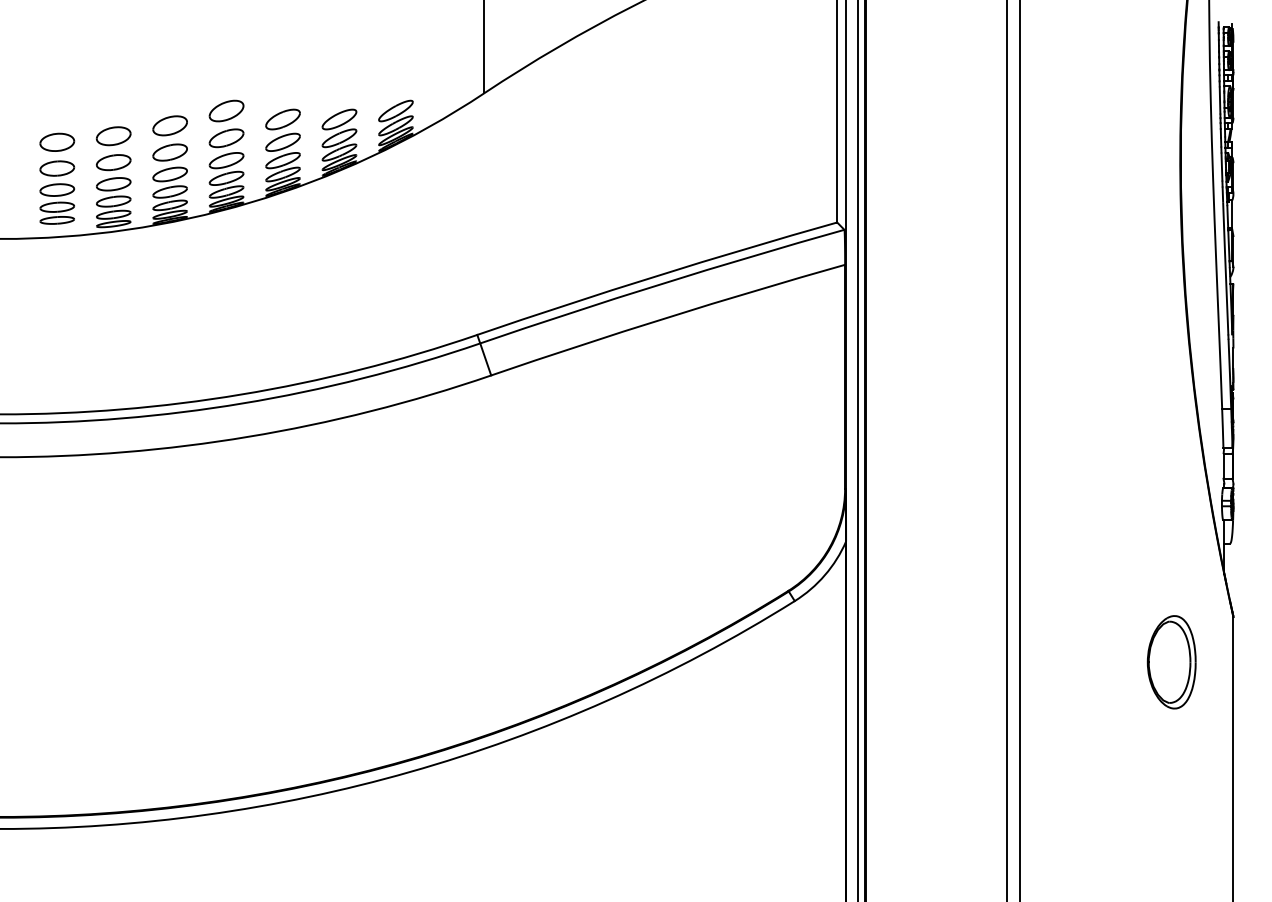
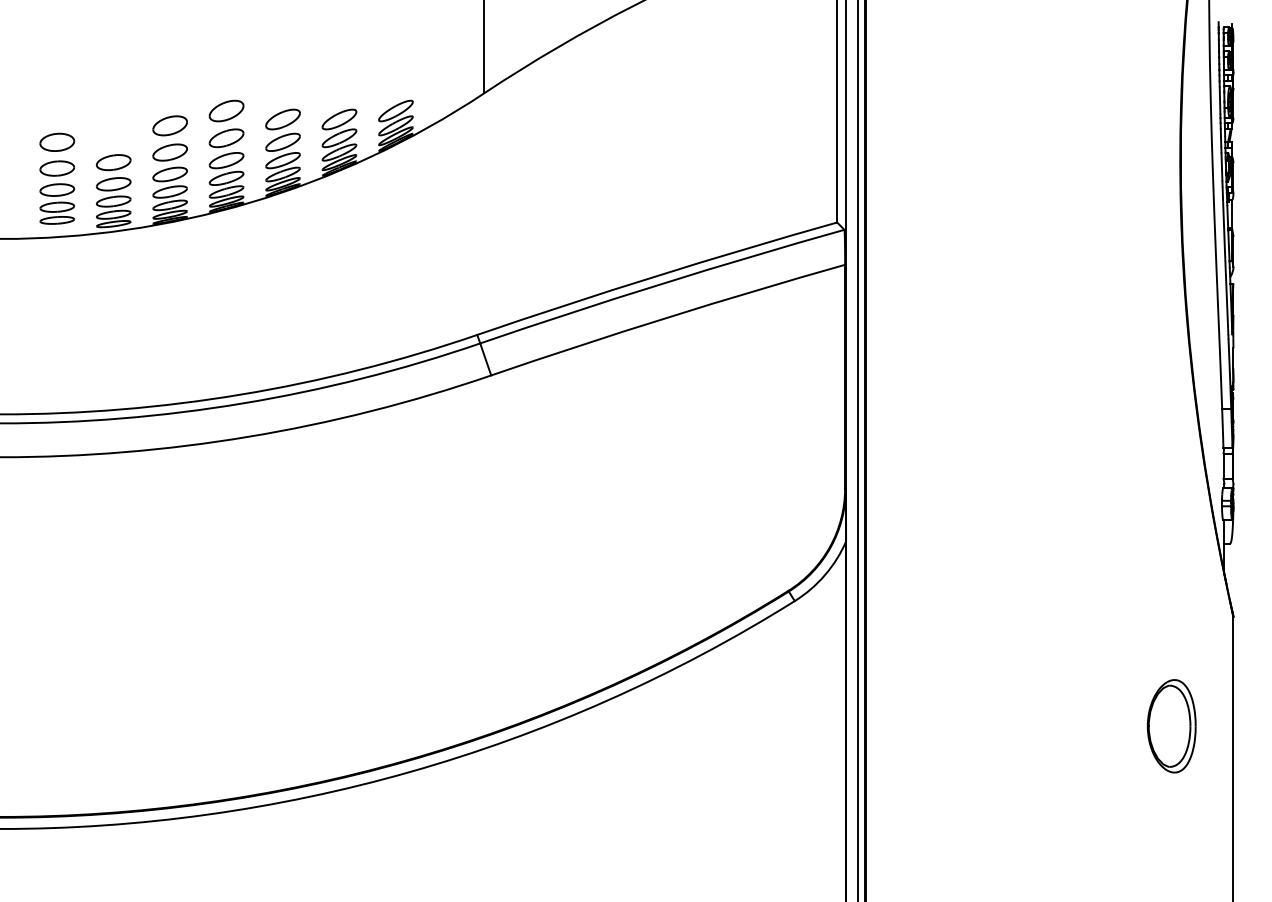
part at (113, 136): present -> none
line at (1006, 450): present -> none
line at (1019, 450): present -> none
part at (1171, 662) position: (1171, 662) -> (1171, 726)
